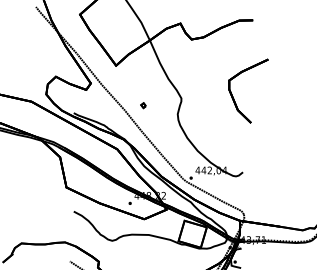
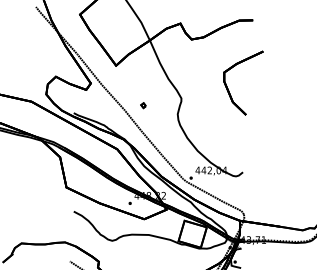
part at (234, 98) position: (234, 98) -> (229, 90)
